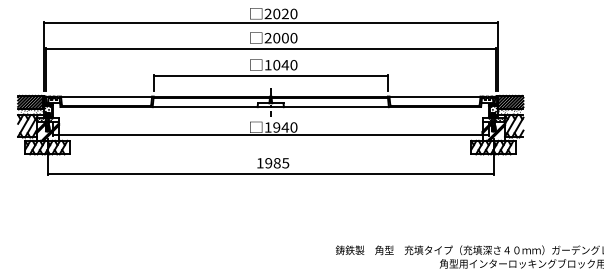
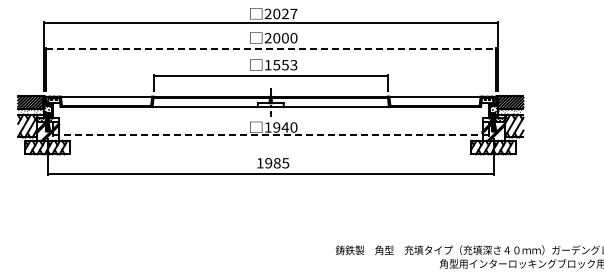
text at (293, 13): 2020 -> 2027
line at (270, 48): solid -> dashed
text at (285, 65): 1040 -> 1553
line at (270, 135): solid -> dashed
